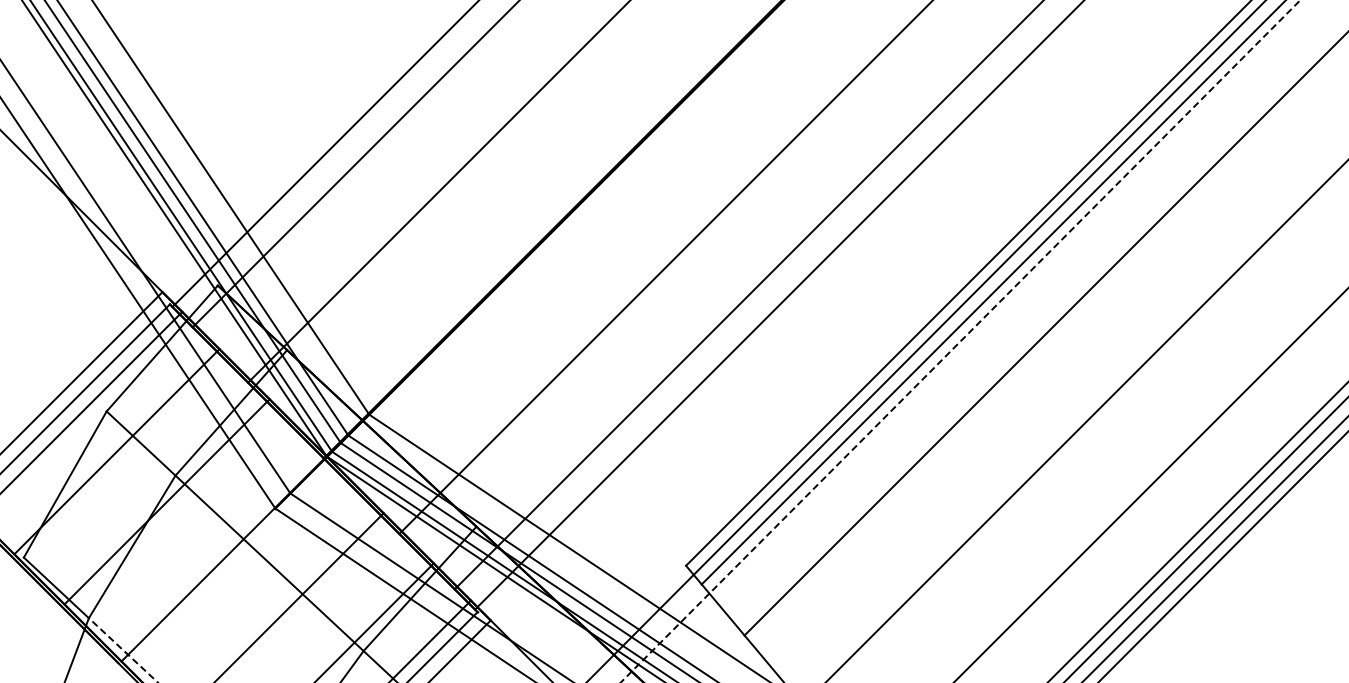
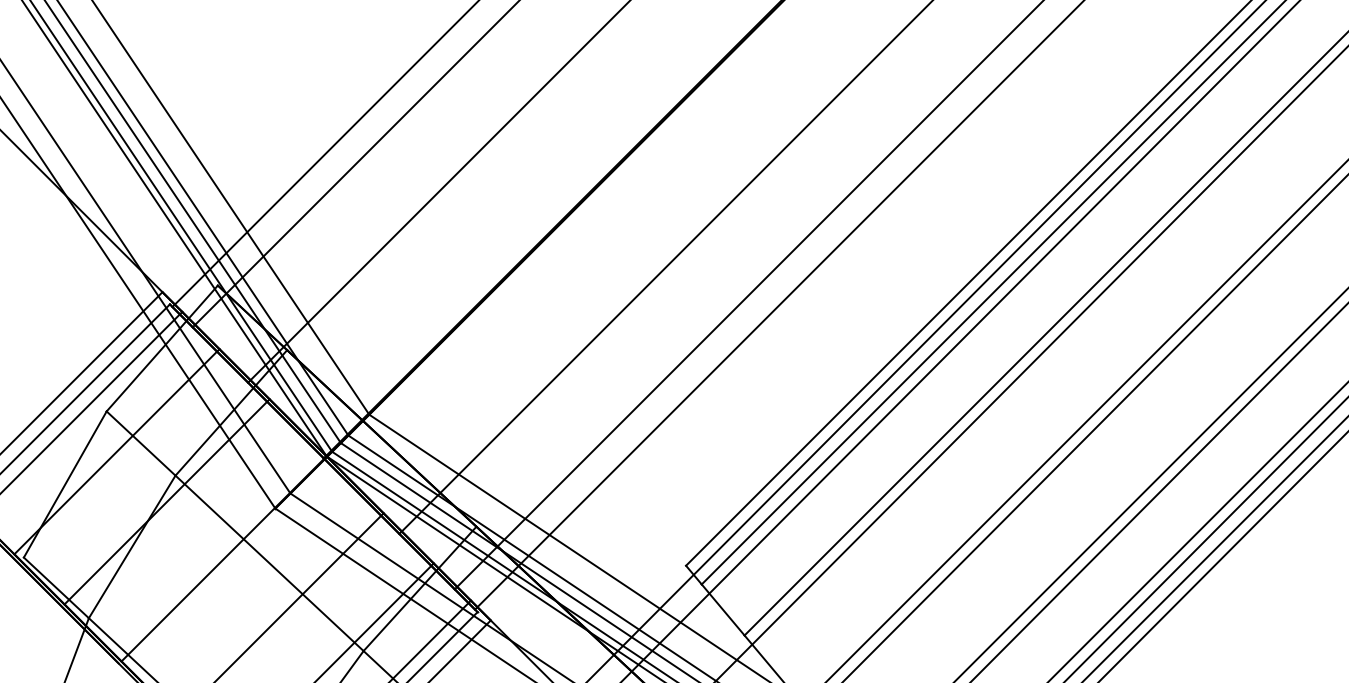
line at (960, 341): dashed -> solid
line at (1031, 363): none -> present
line at (1095, 428): none -> present
line at (1159, 492): none -> present
line at (123, 650): dashed -> solid
